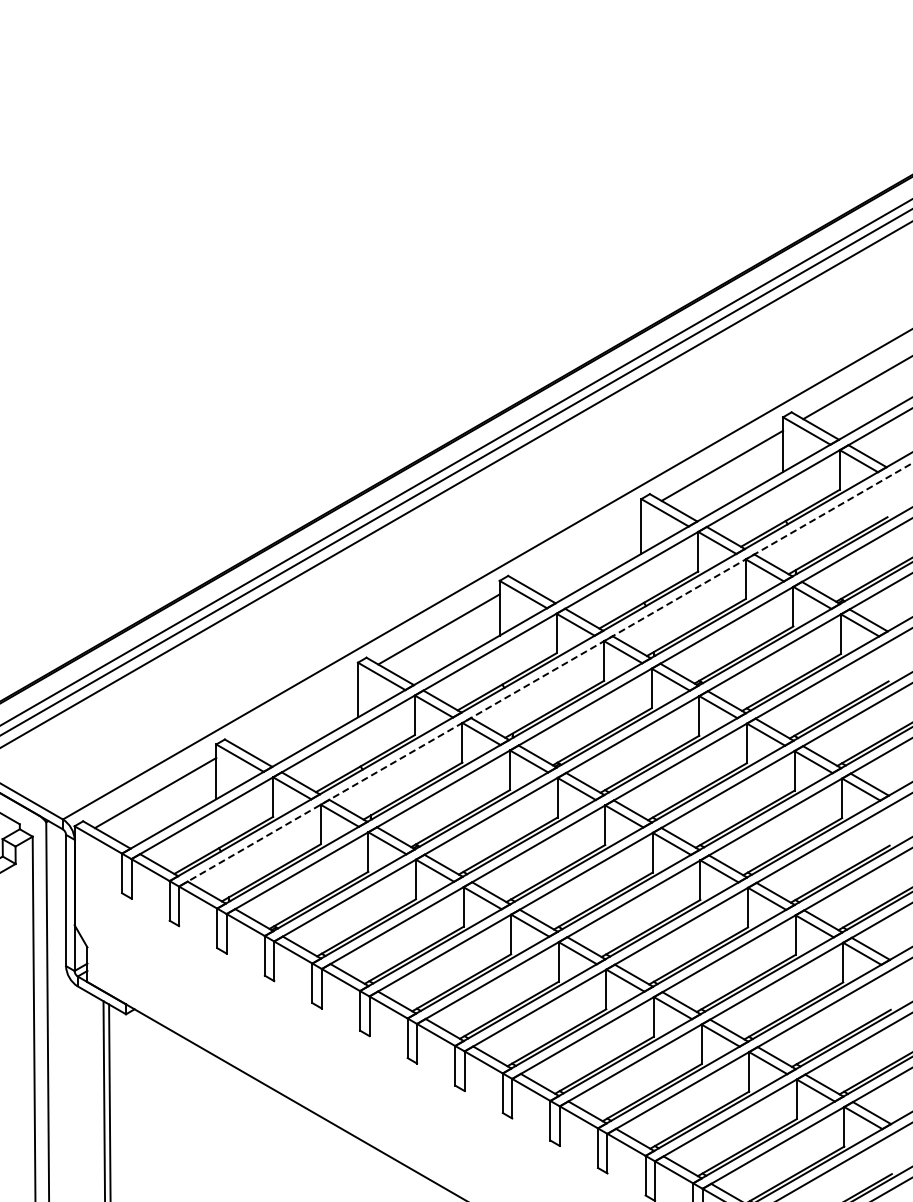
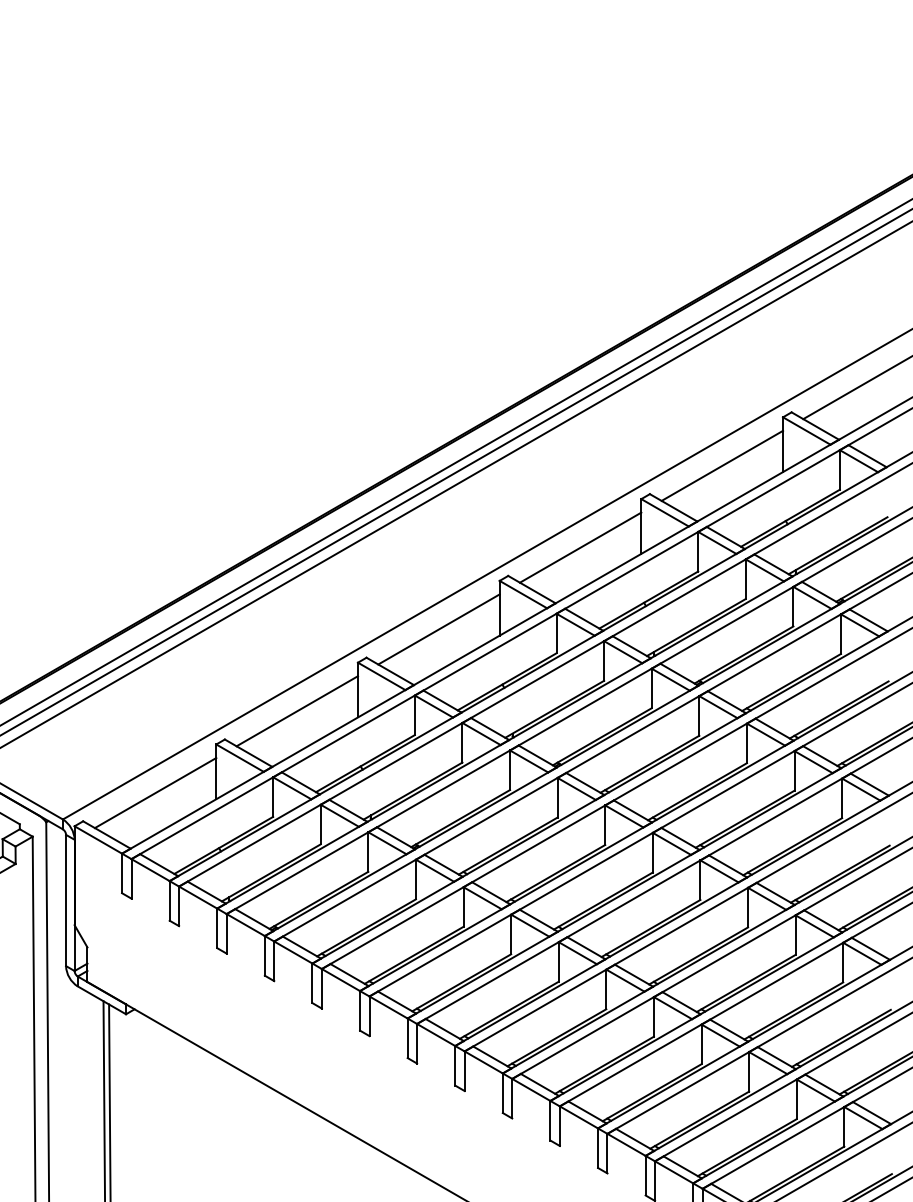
line at (580, 547): none -> present
line at (545, 675): dashed -> solid
line at (296, 711): none -> present
